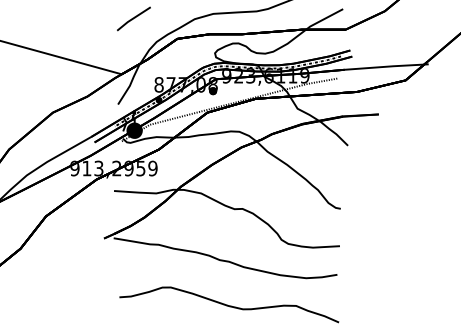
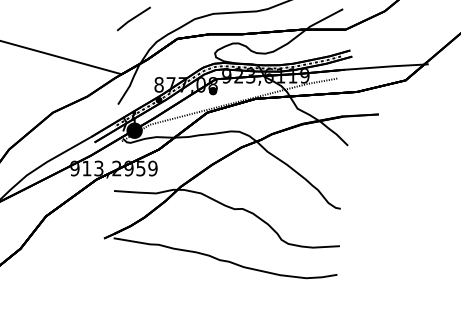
curve at (229, 305): present -> none
